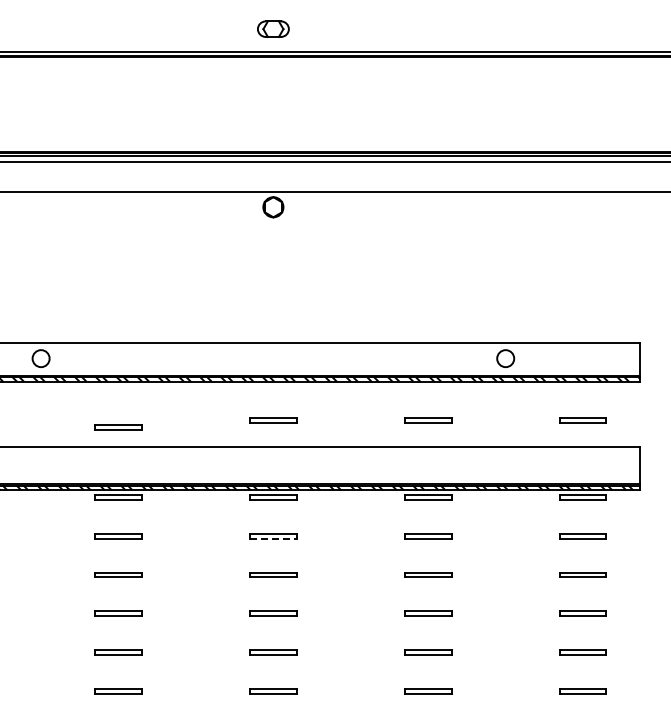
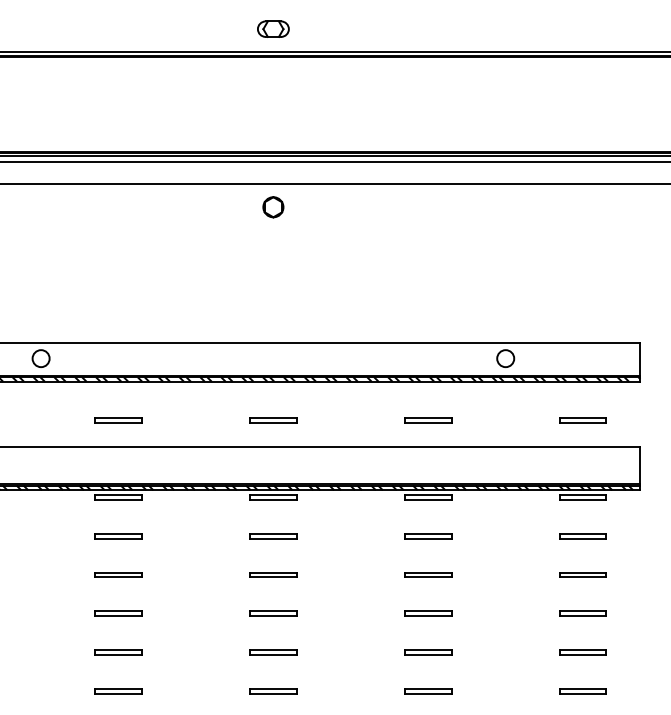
line at (334, 192) position: (334, 192) -> (334, 184)
part at (118, 427) position: (118, 427) -> (118, 420)
line at (273, 538): dashed -> solid
